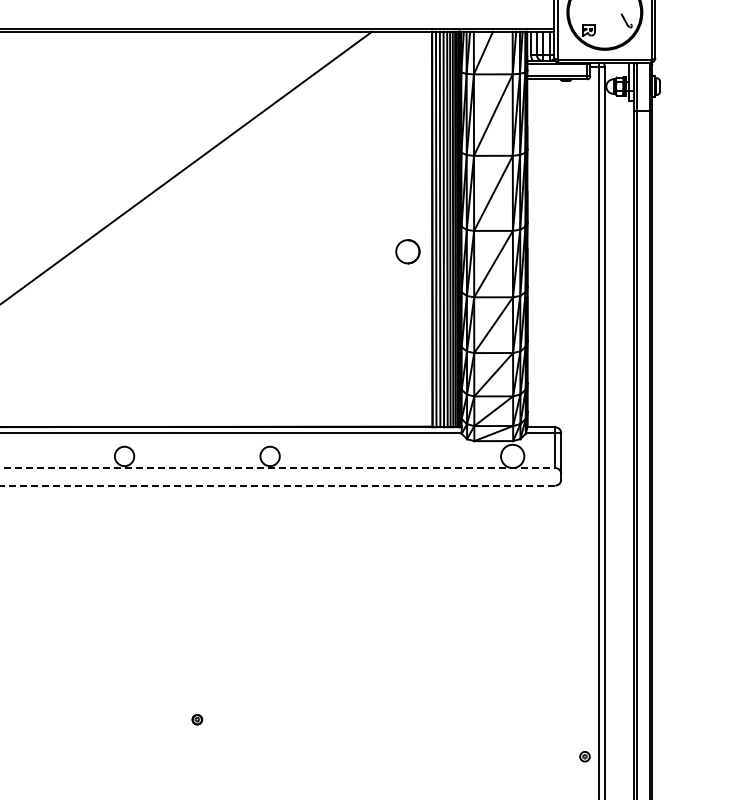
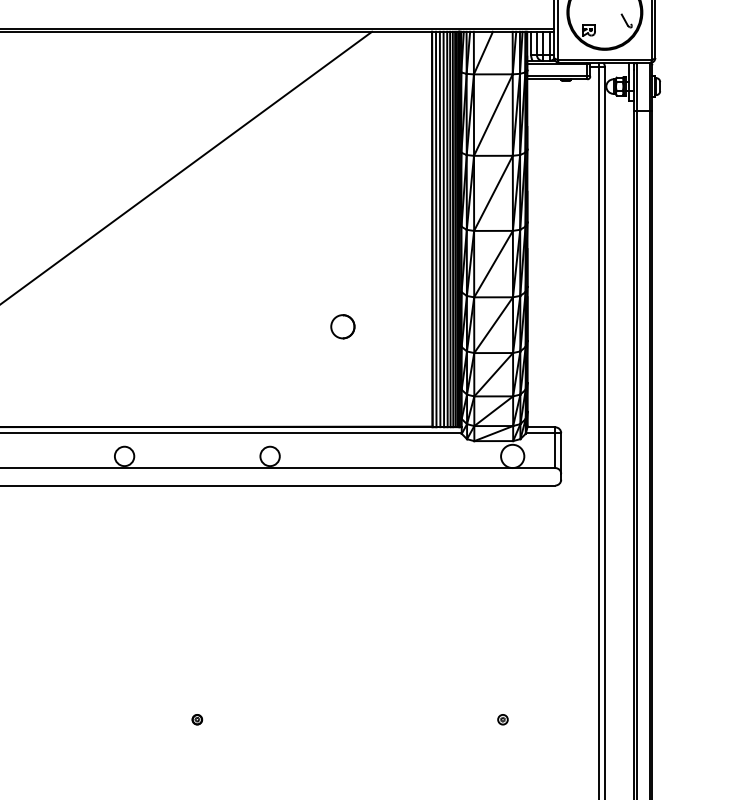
circle at (407, 251) position: (407, 251) -> (342, 326)
line at (277, 468): dashed -> solid
line at (277, 485): dashed -> solid
part at (584, 756) position: (584, 756) -> (502, 719)
